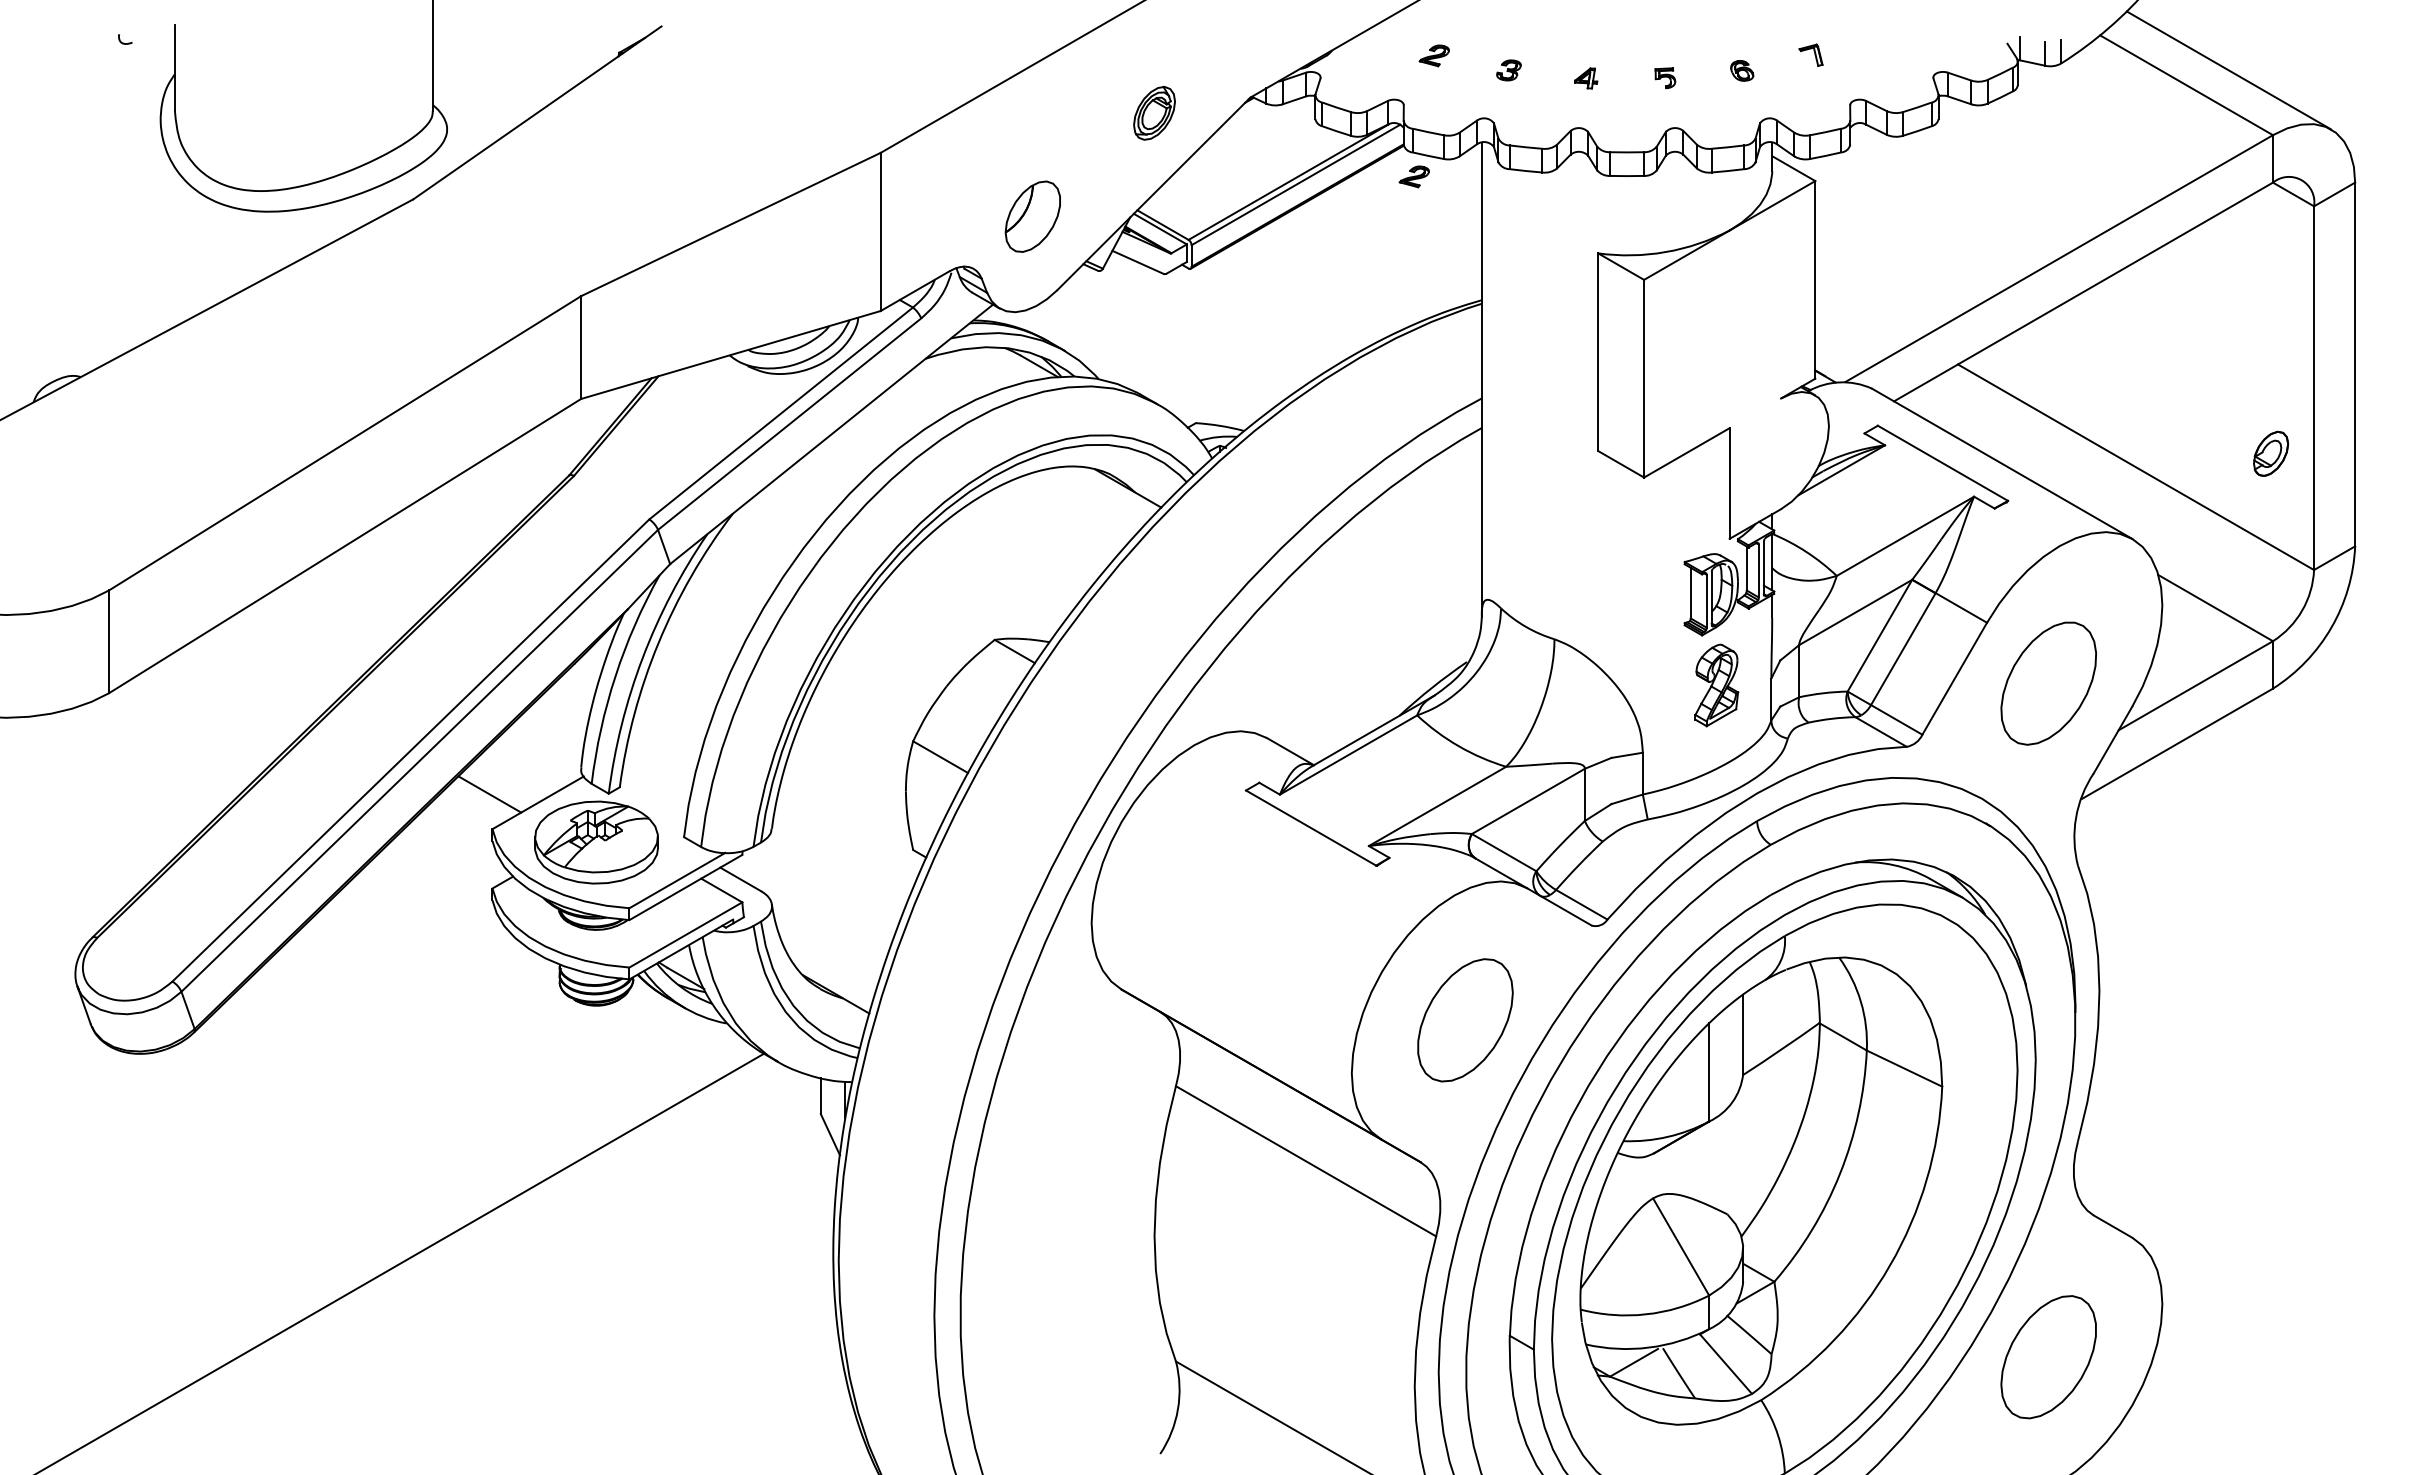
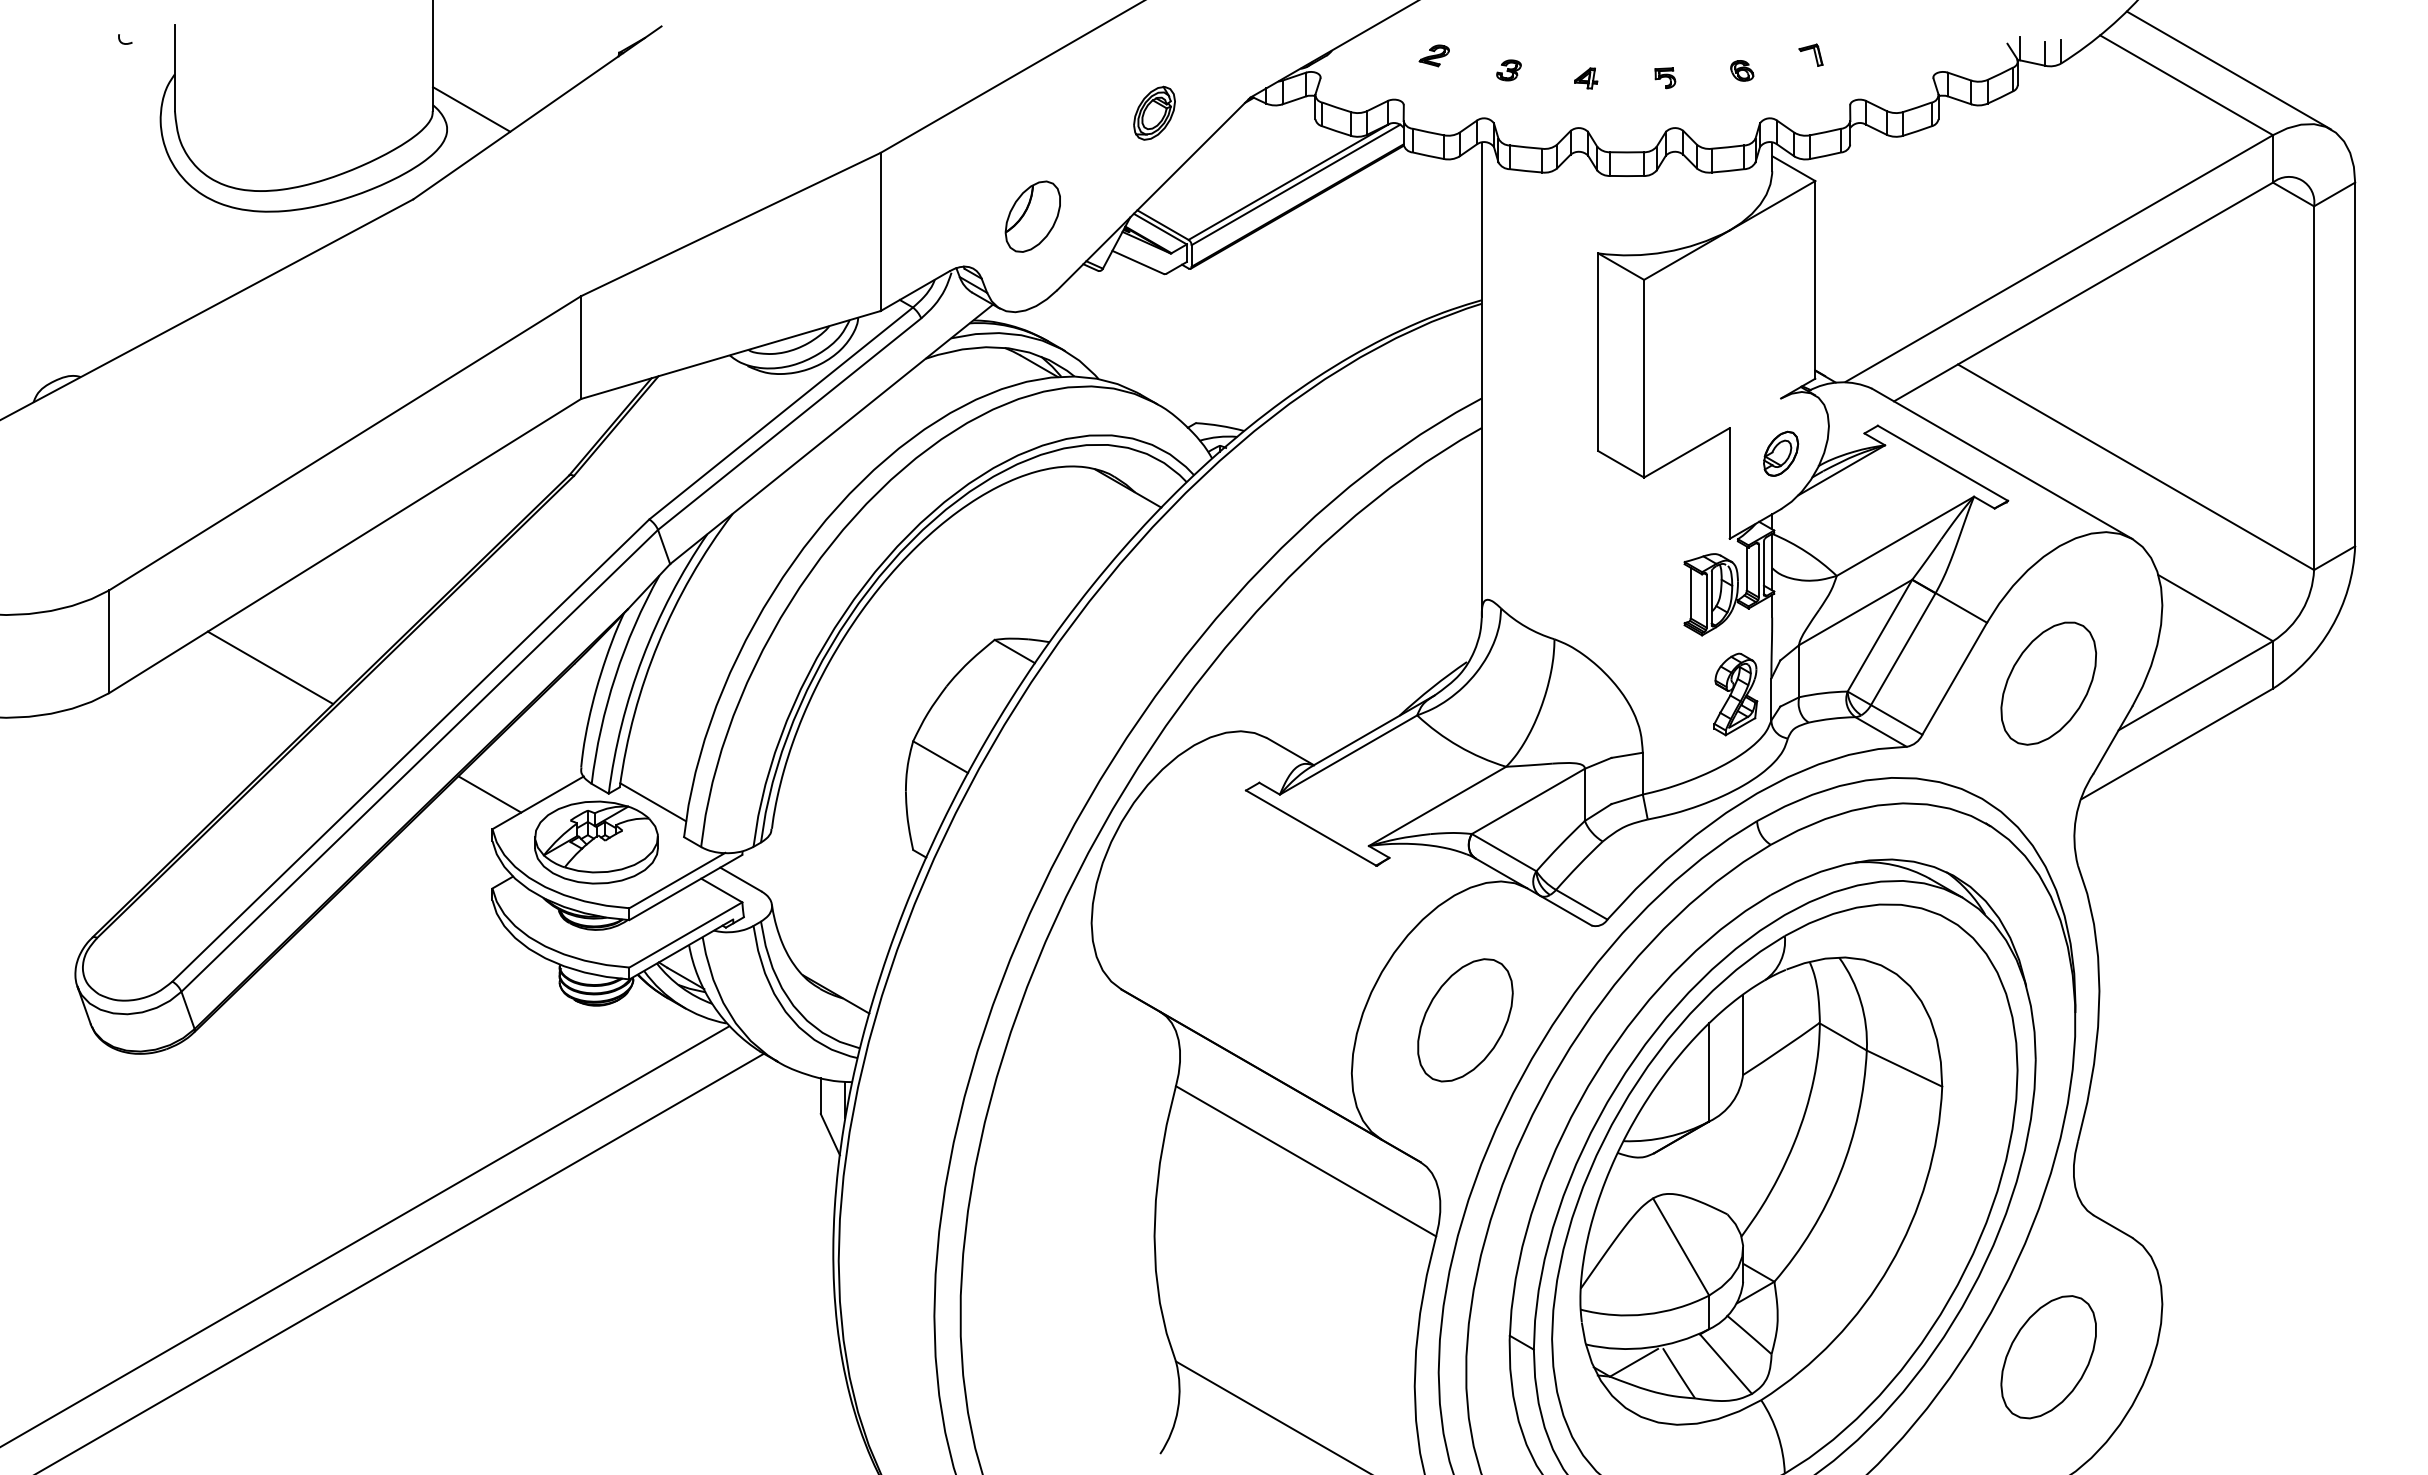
line at (471, 109): none -> present
part at (1413, 176): present -> none
part at (2271, 453) position: (2271, 453) -> (1781, 453)
line at (270, 667): none -> present
part at (1716, 685) position: (1716, 685) -> (1735, 694)
line at (653, 802): none -> present
line at (365, 1235): none -> present
